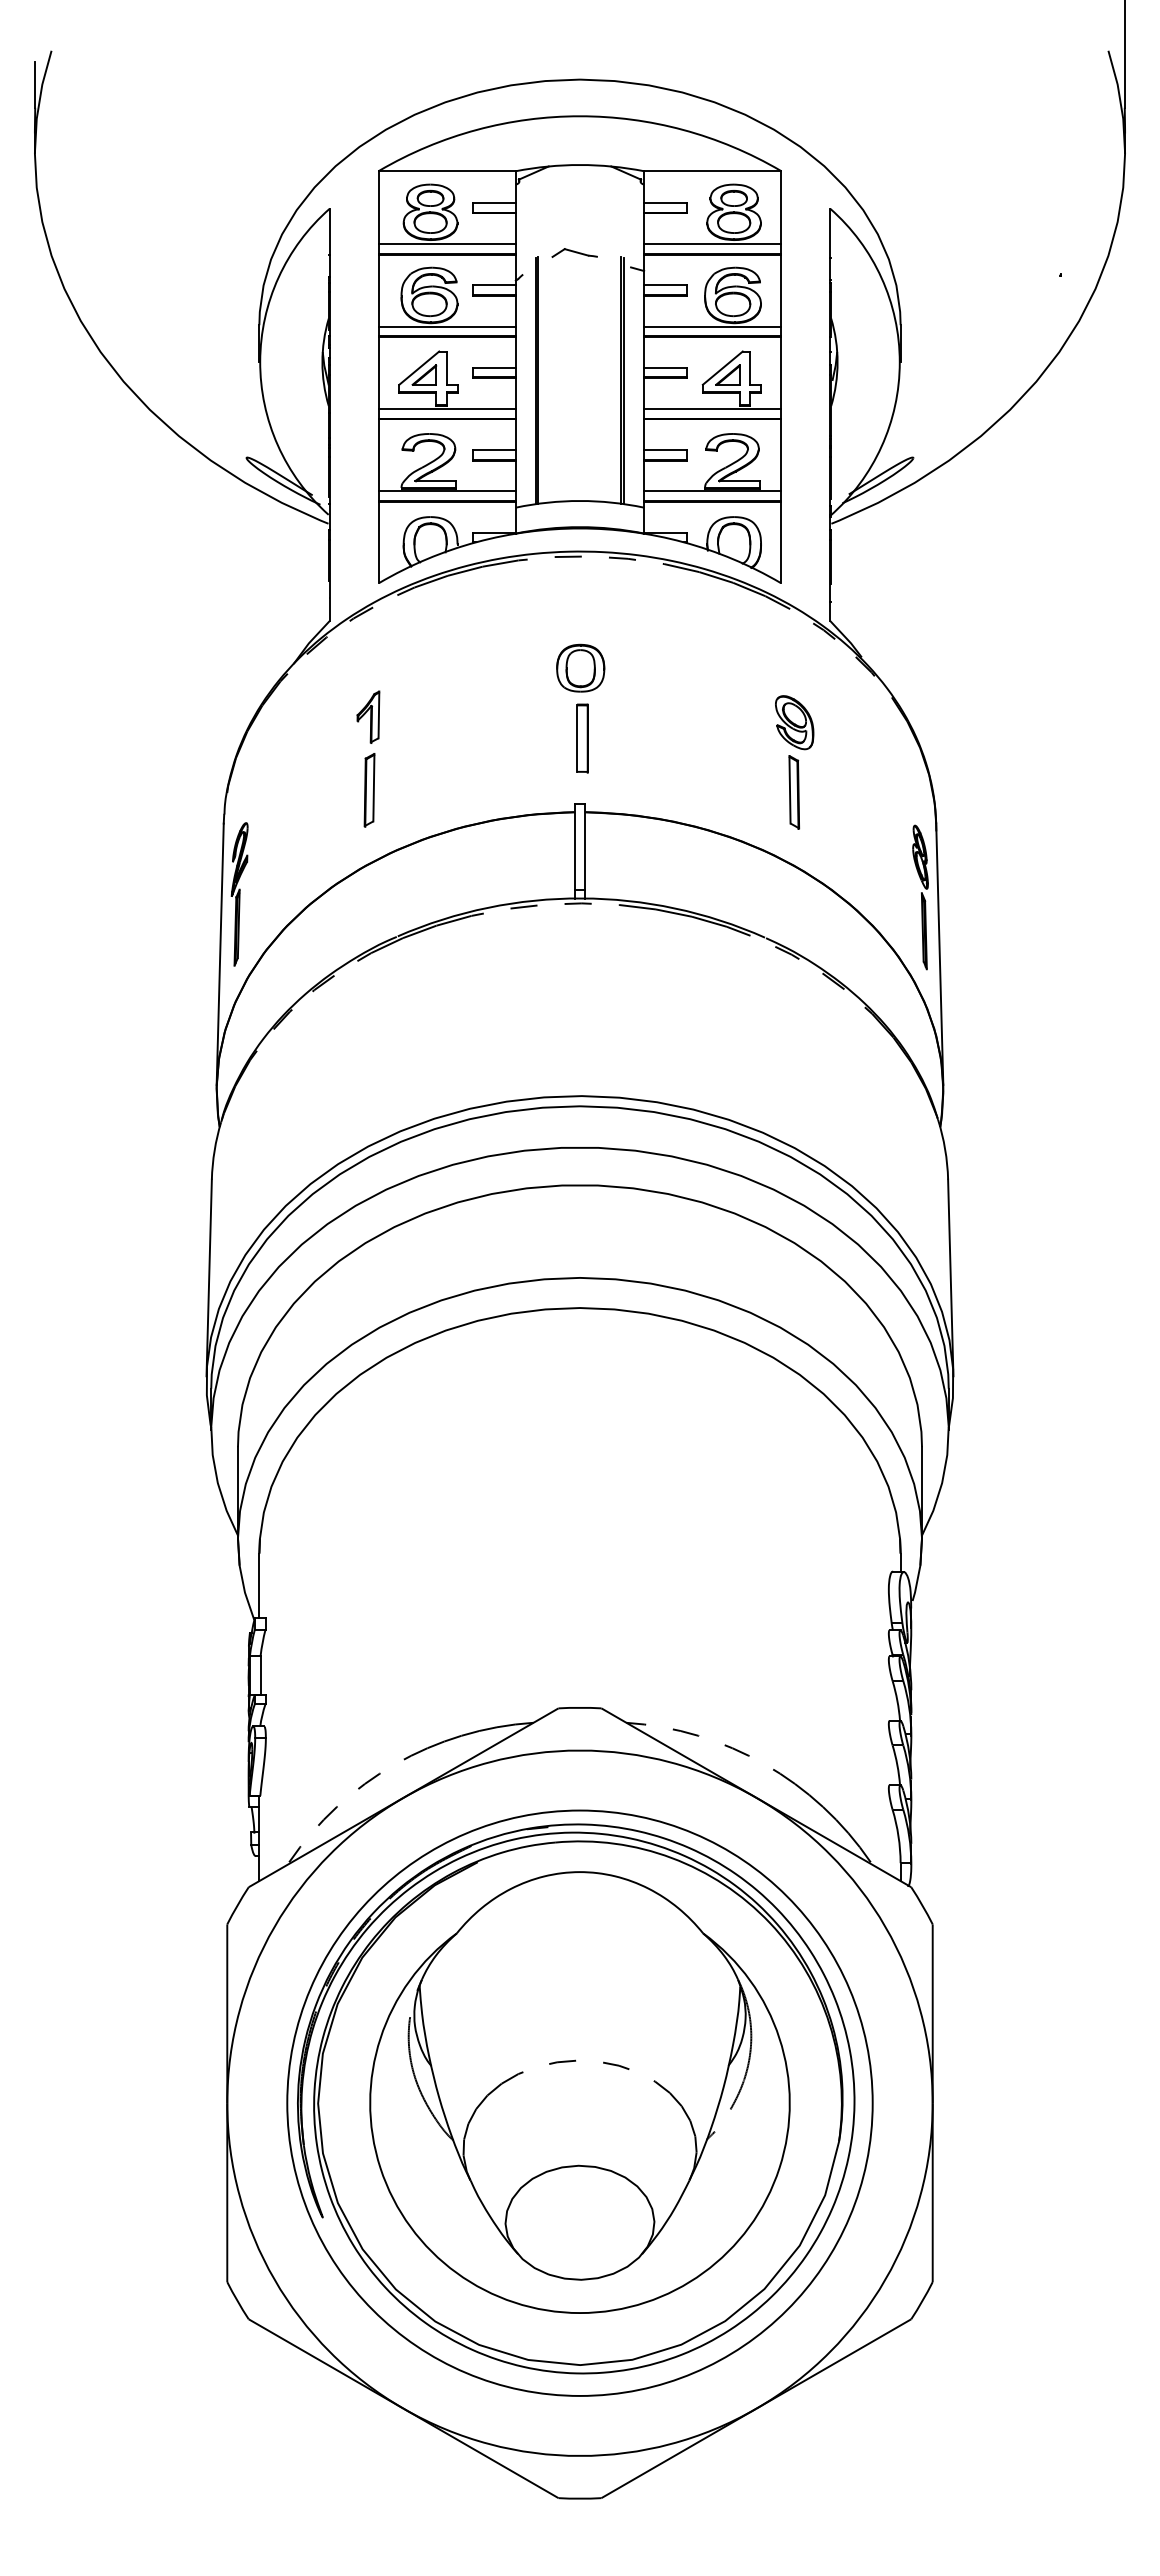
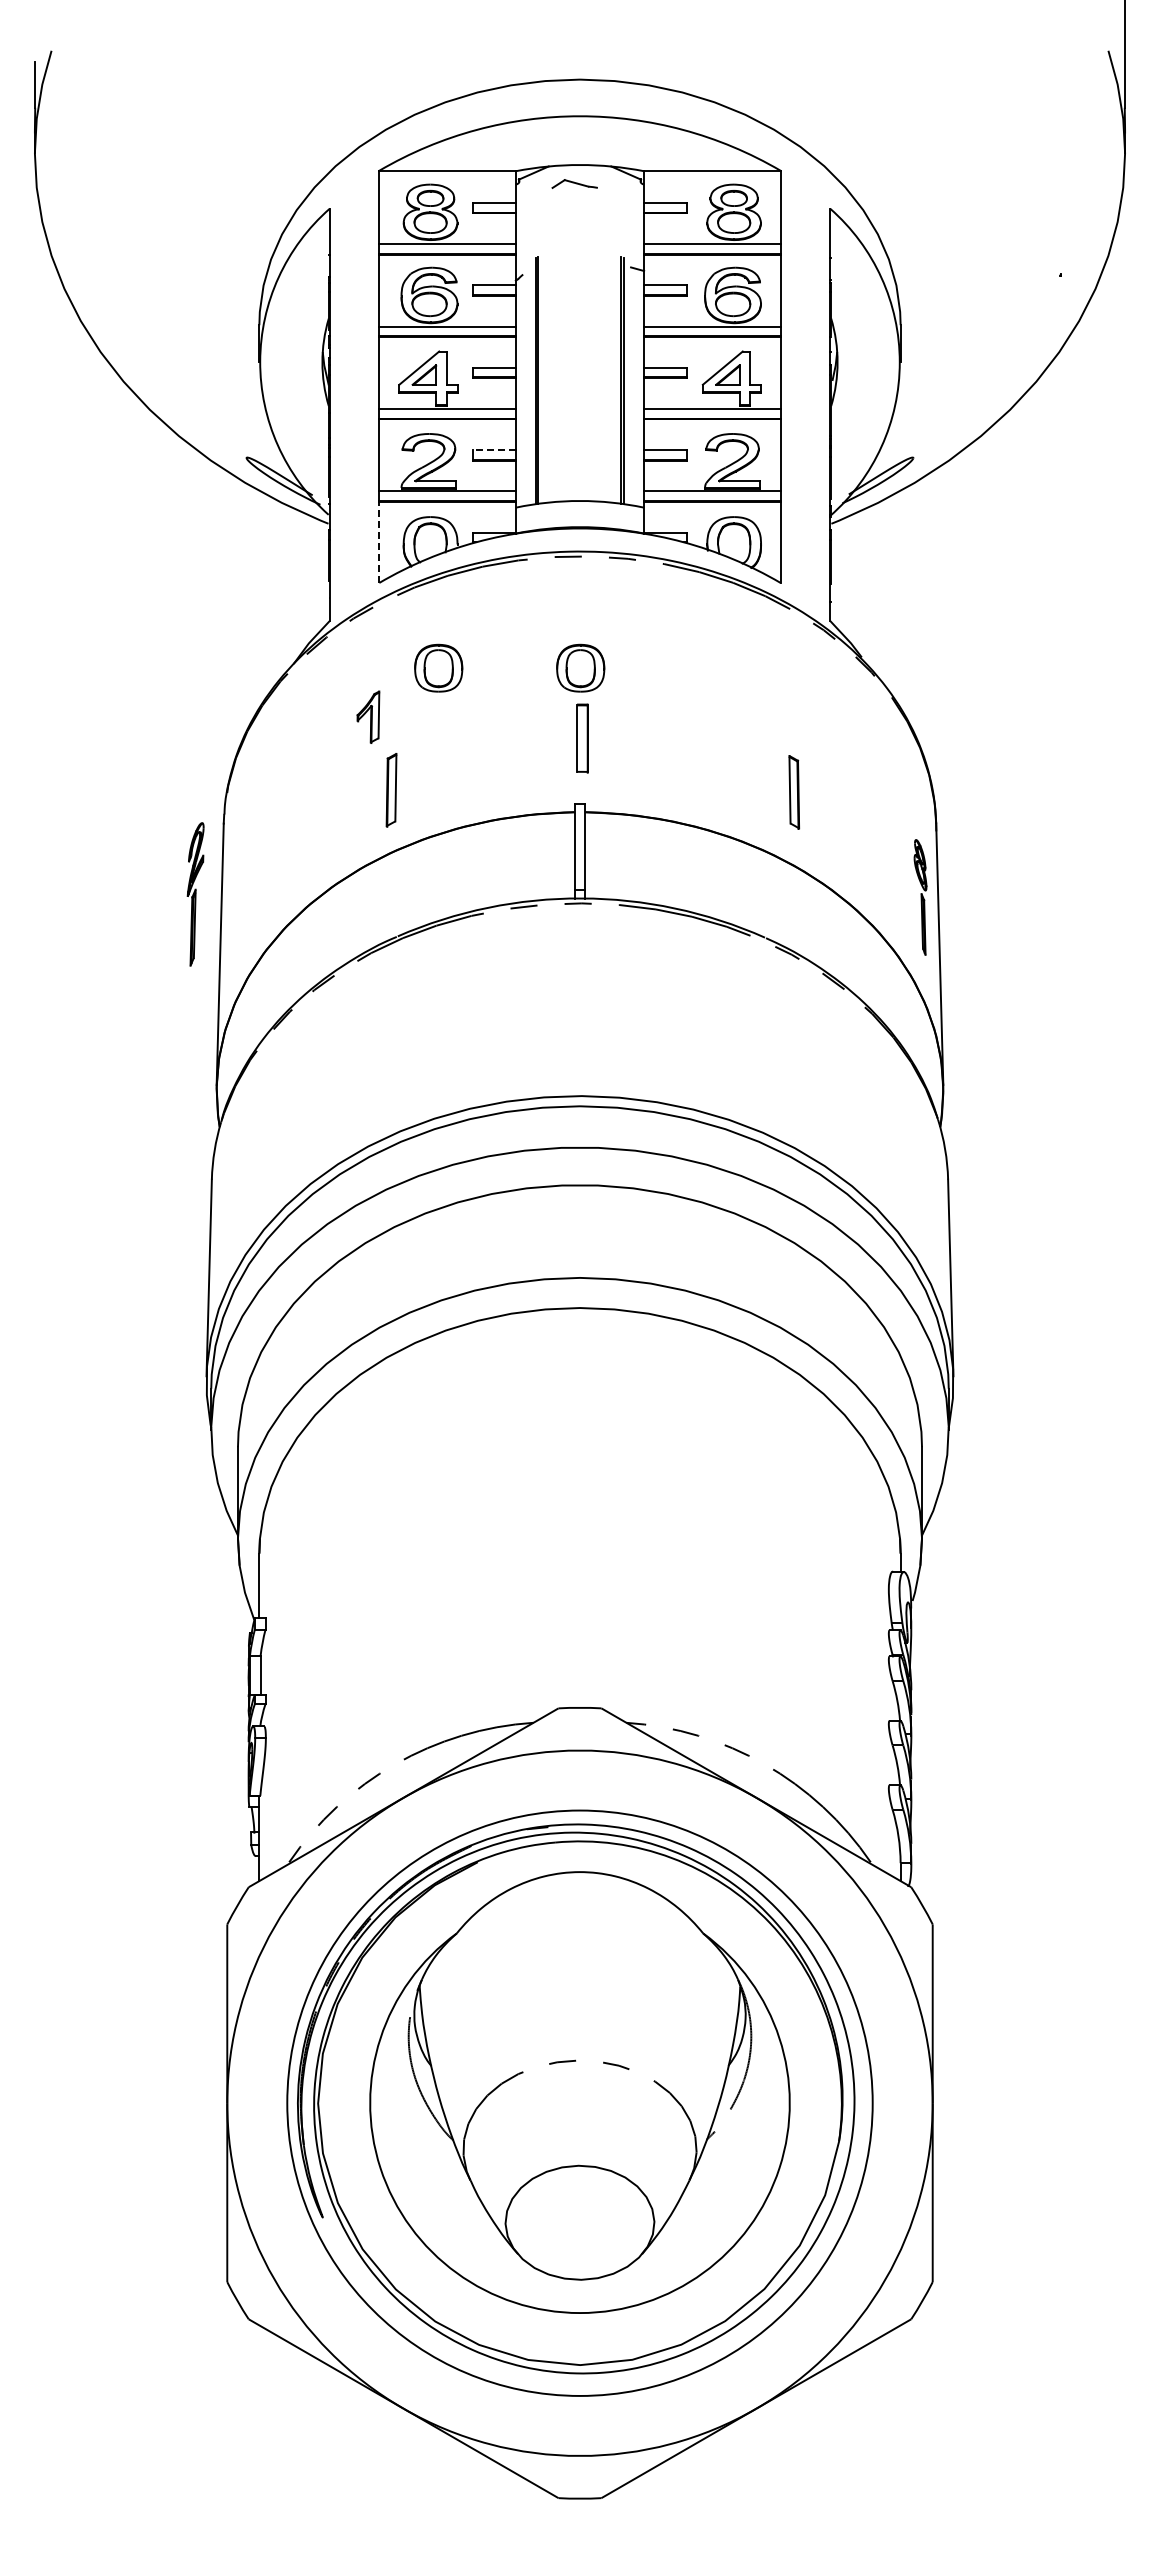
part at (574, 252) position: (574, 252) -> (574, 183)
line at (493, 450): solid -> dashed
line at (379, 542): solid -> dashed
part at (438, 667): none -> present
part at (794, 722): present -> none
part at (369, 790) position: (369, 790) -> (391, 790)
part at (239, 894) position: (239, 894) -> (195, 894)
part at (920, 897) size: 17x147 px -> 15x117 px
